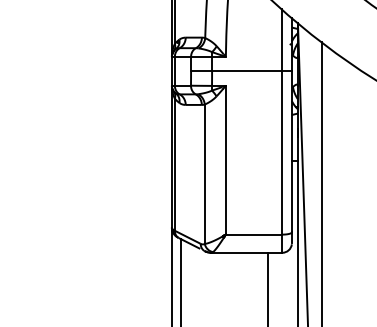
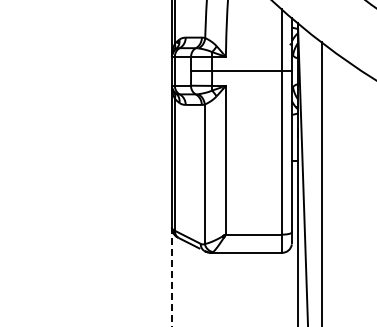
line at (171, 276): solid -> dashed
line at (181, 281): present -> none
line at (267, 287): present -> none
